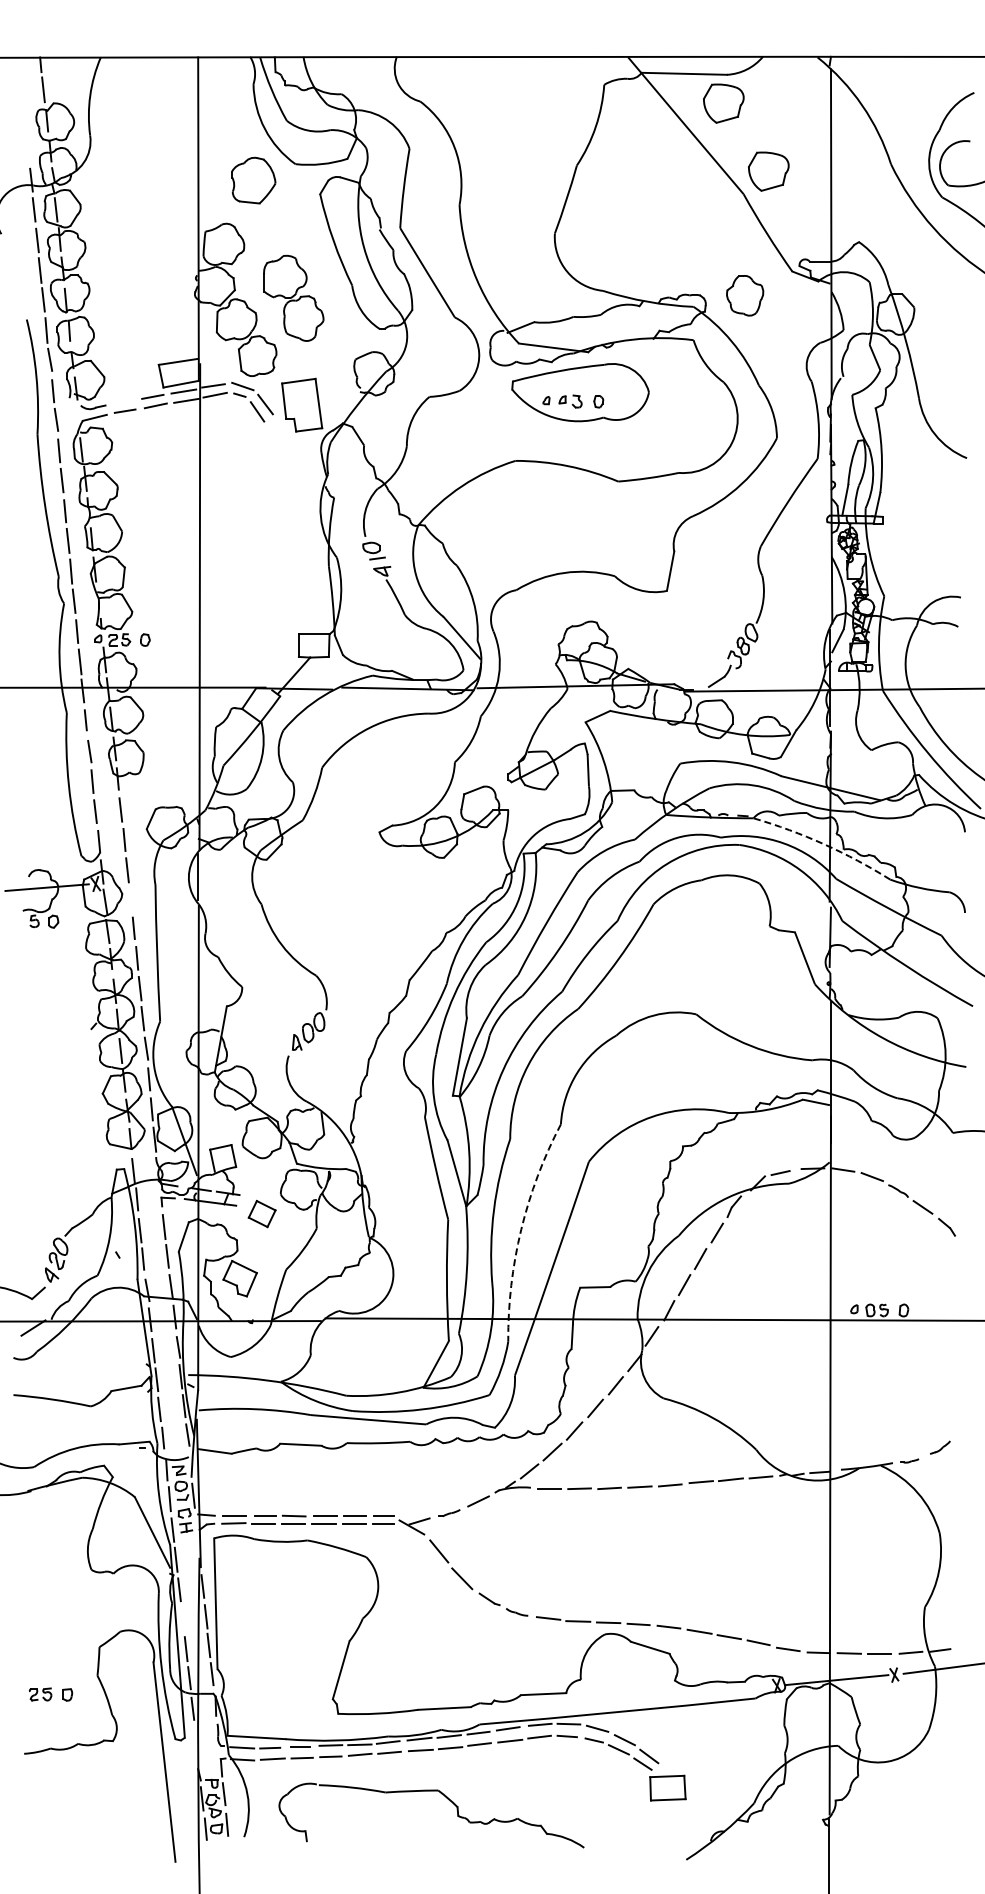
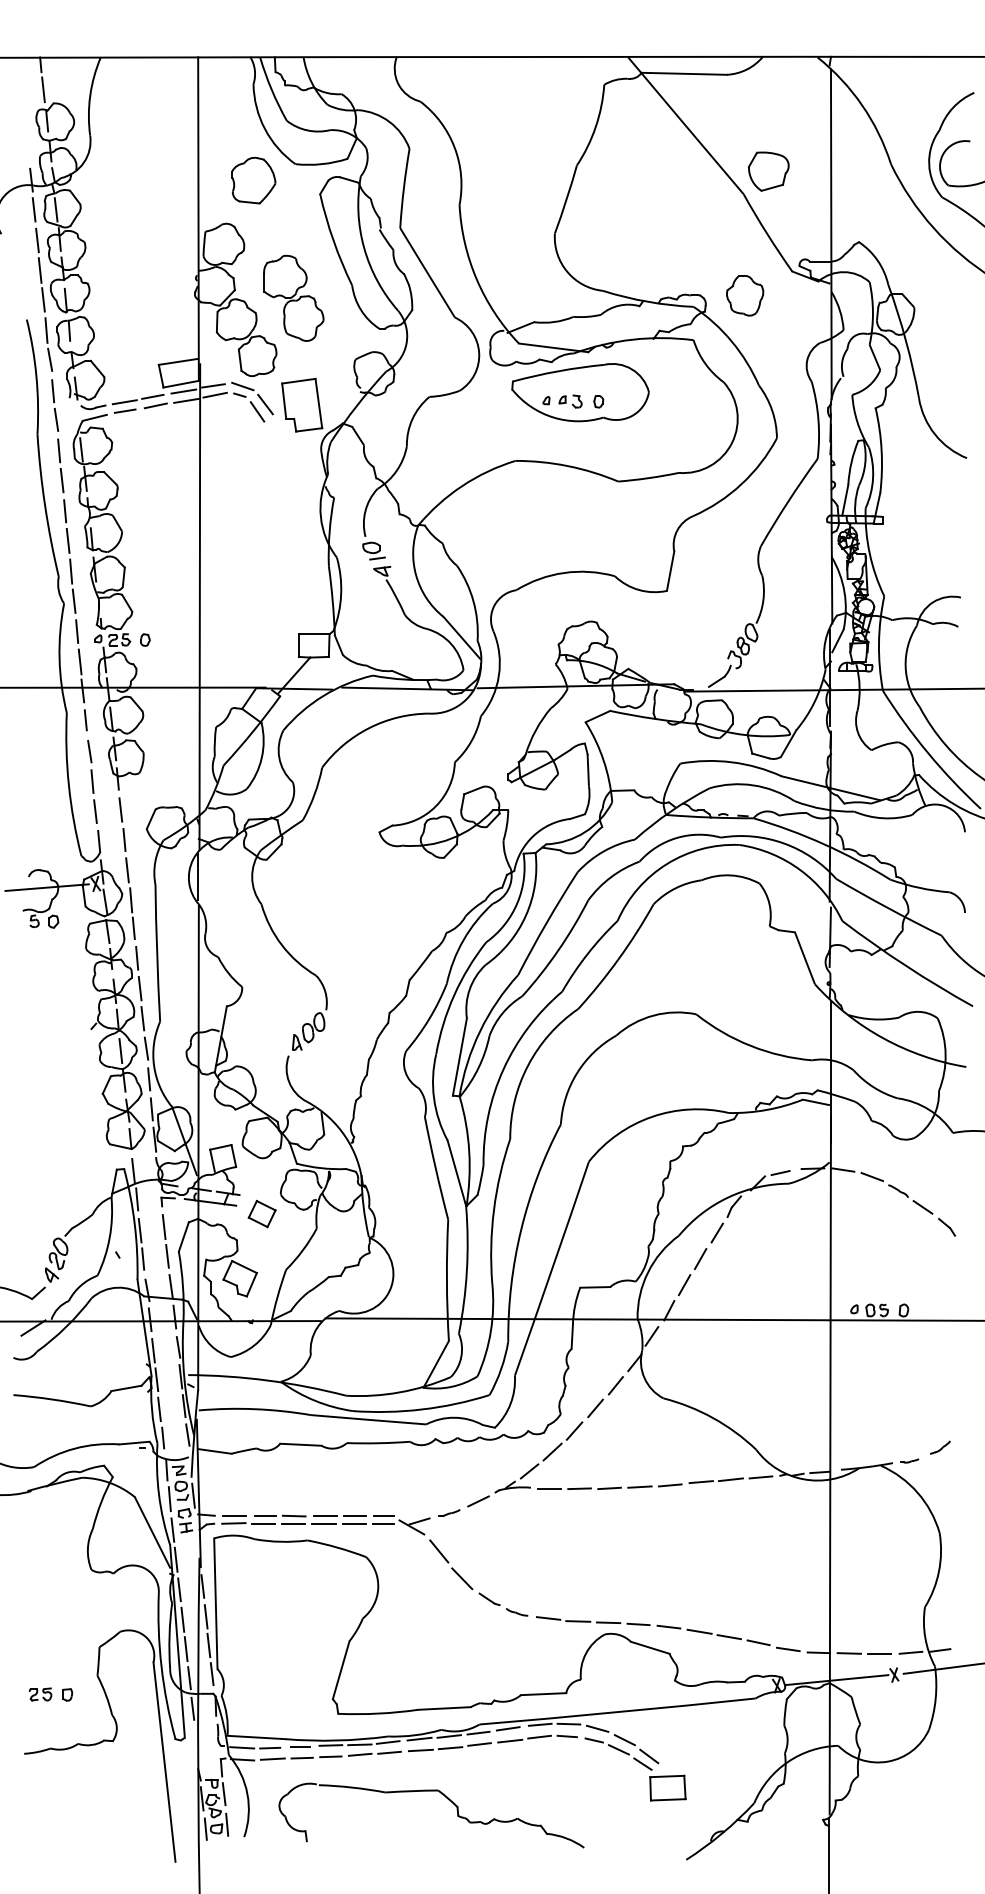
part at (723, 103): present -> none
line at (124, 402): none -> present
arc at (824, 844): dashed -> solid
line at (131, 900): none -> present
arc at (521, 1229): dashed -> solid
line at (182, 1619): none -> present
